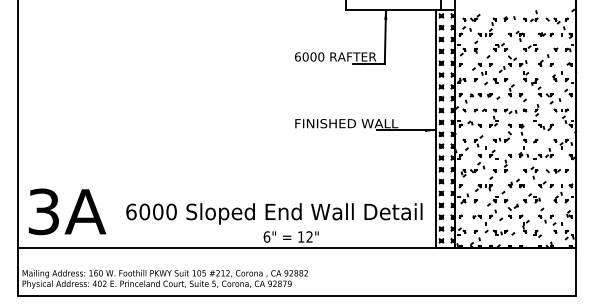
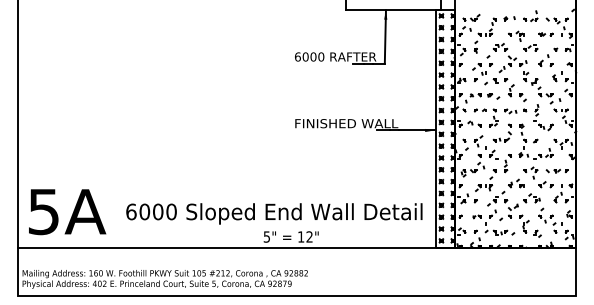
text at (43, 211): 3A -> 5A
text at (266, 236): 6" -> 5"
